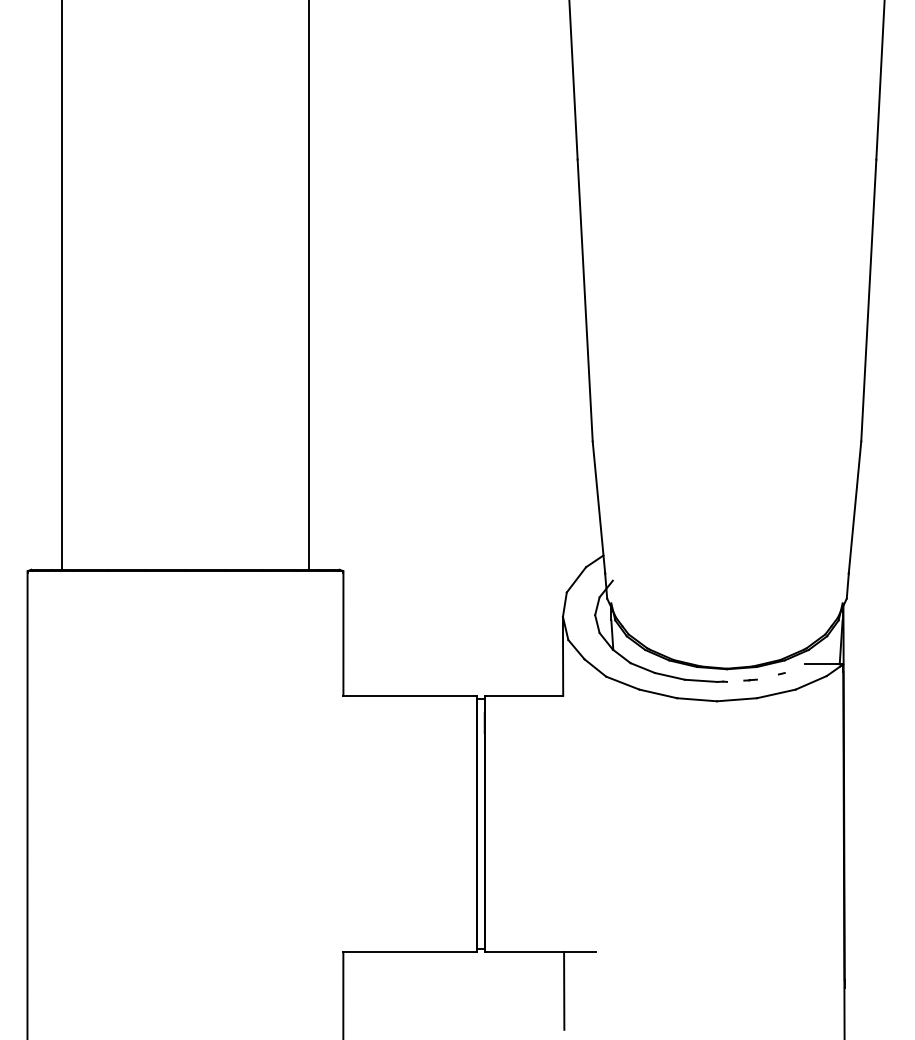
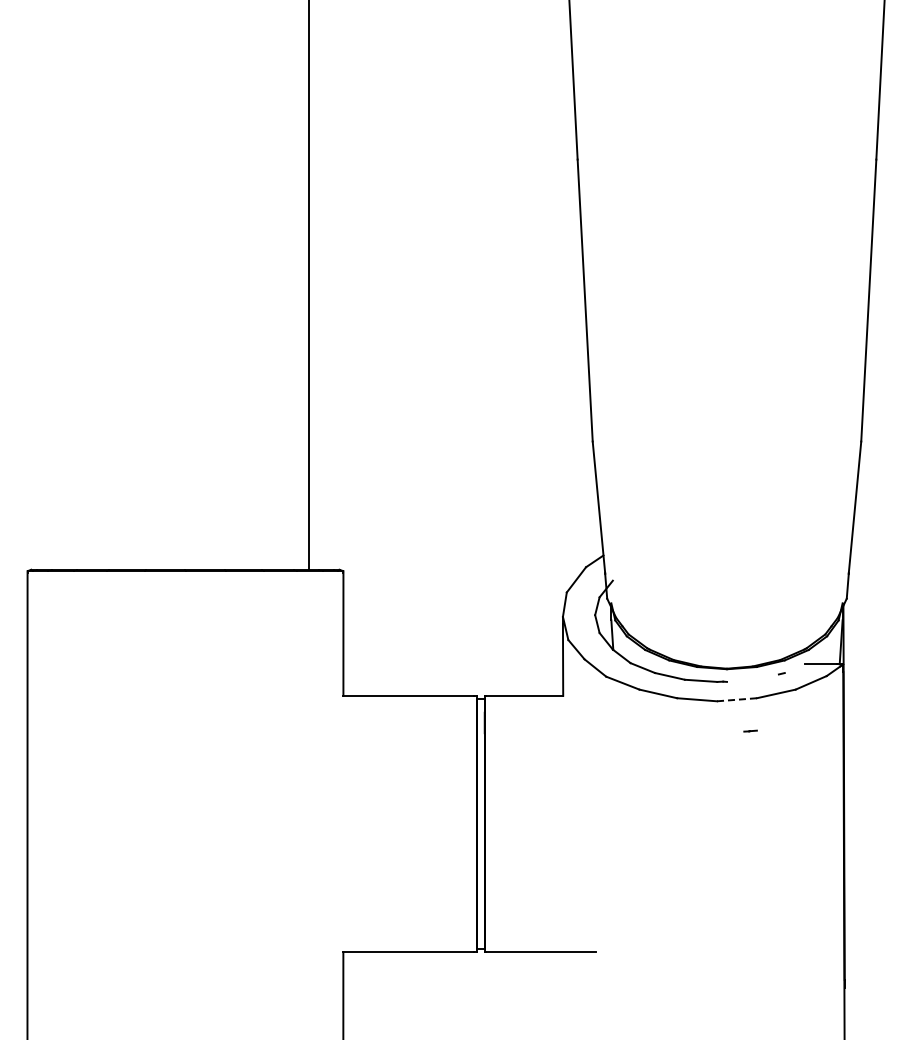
line at (62, 285): present -> none
line at (750, 679) position: (750, 679) -> (750, 730)
line at (736, 699): solid -> dashed
line at (564, 990): present -> none
